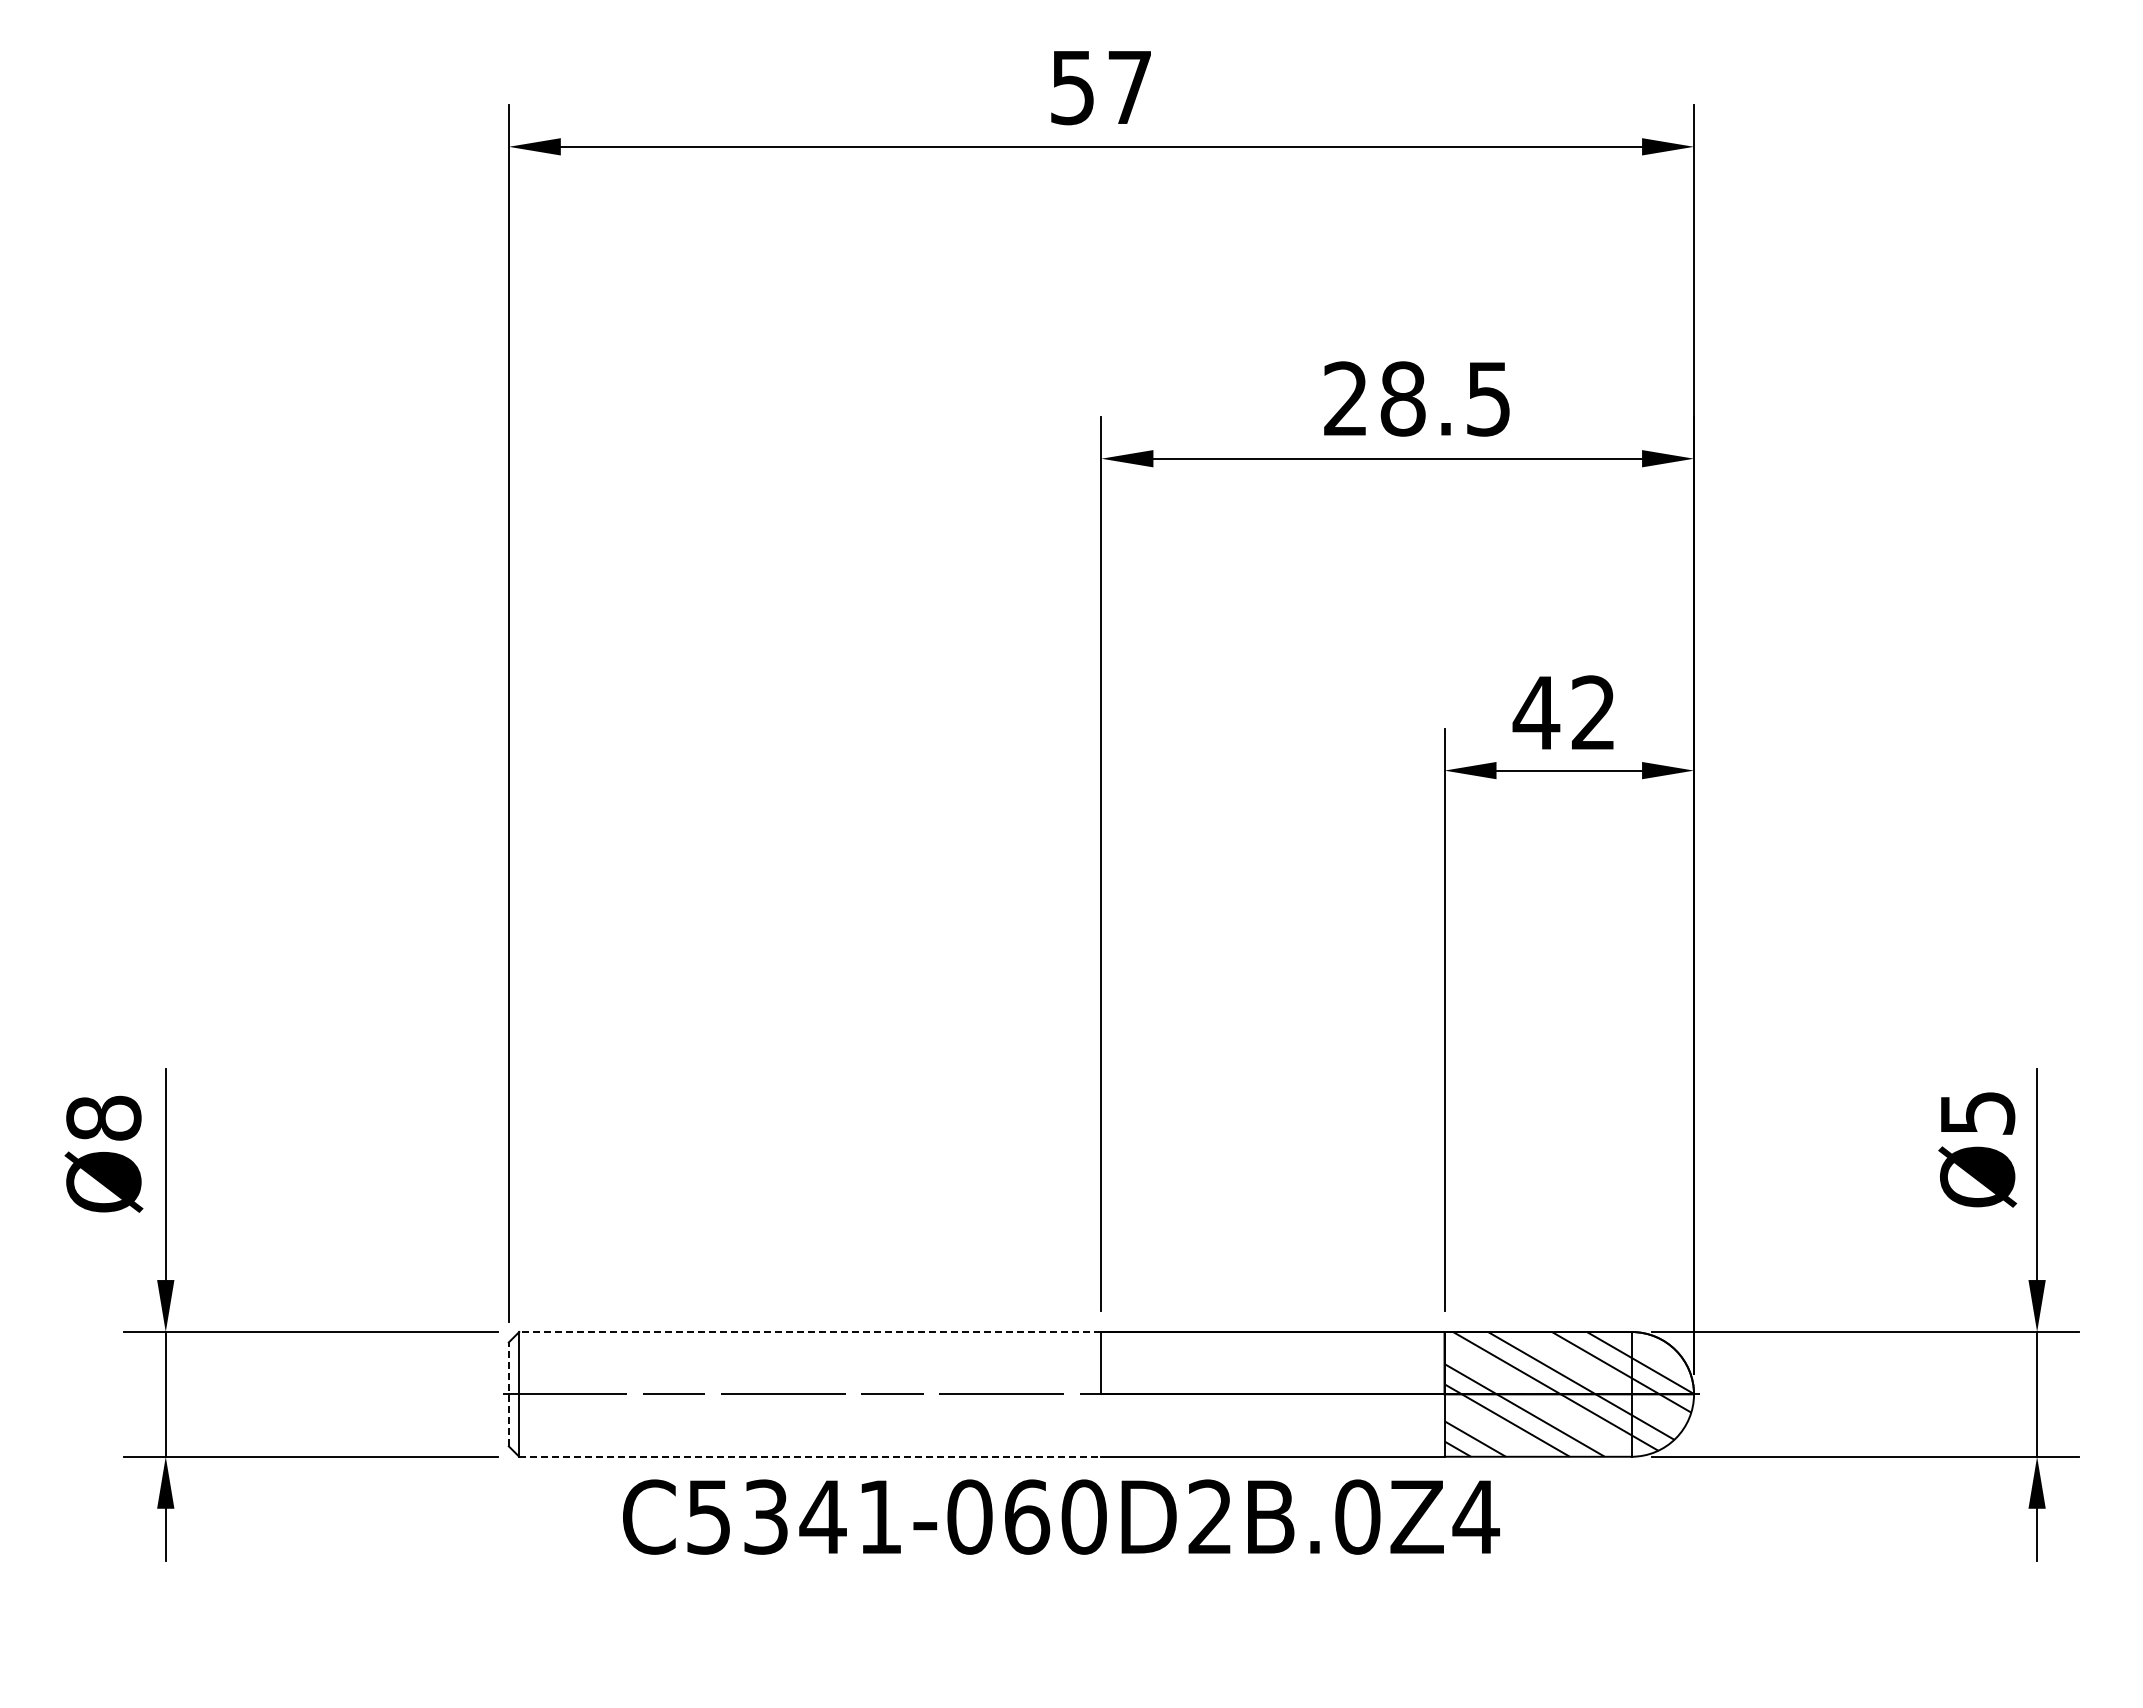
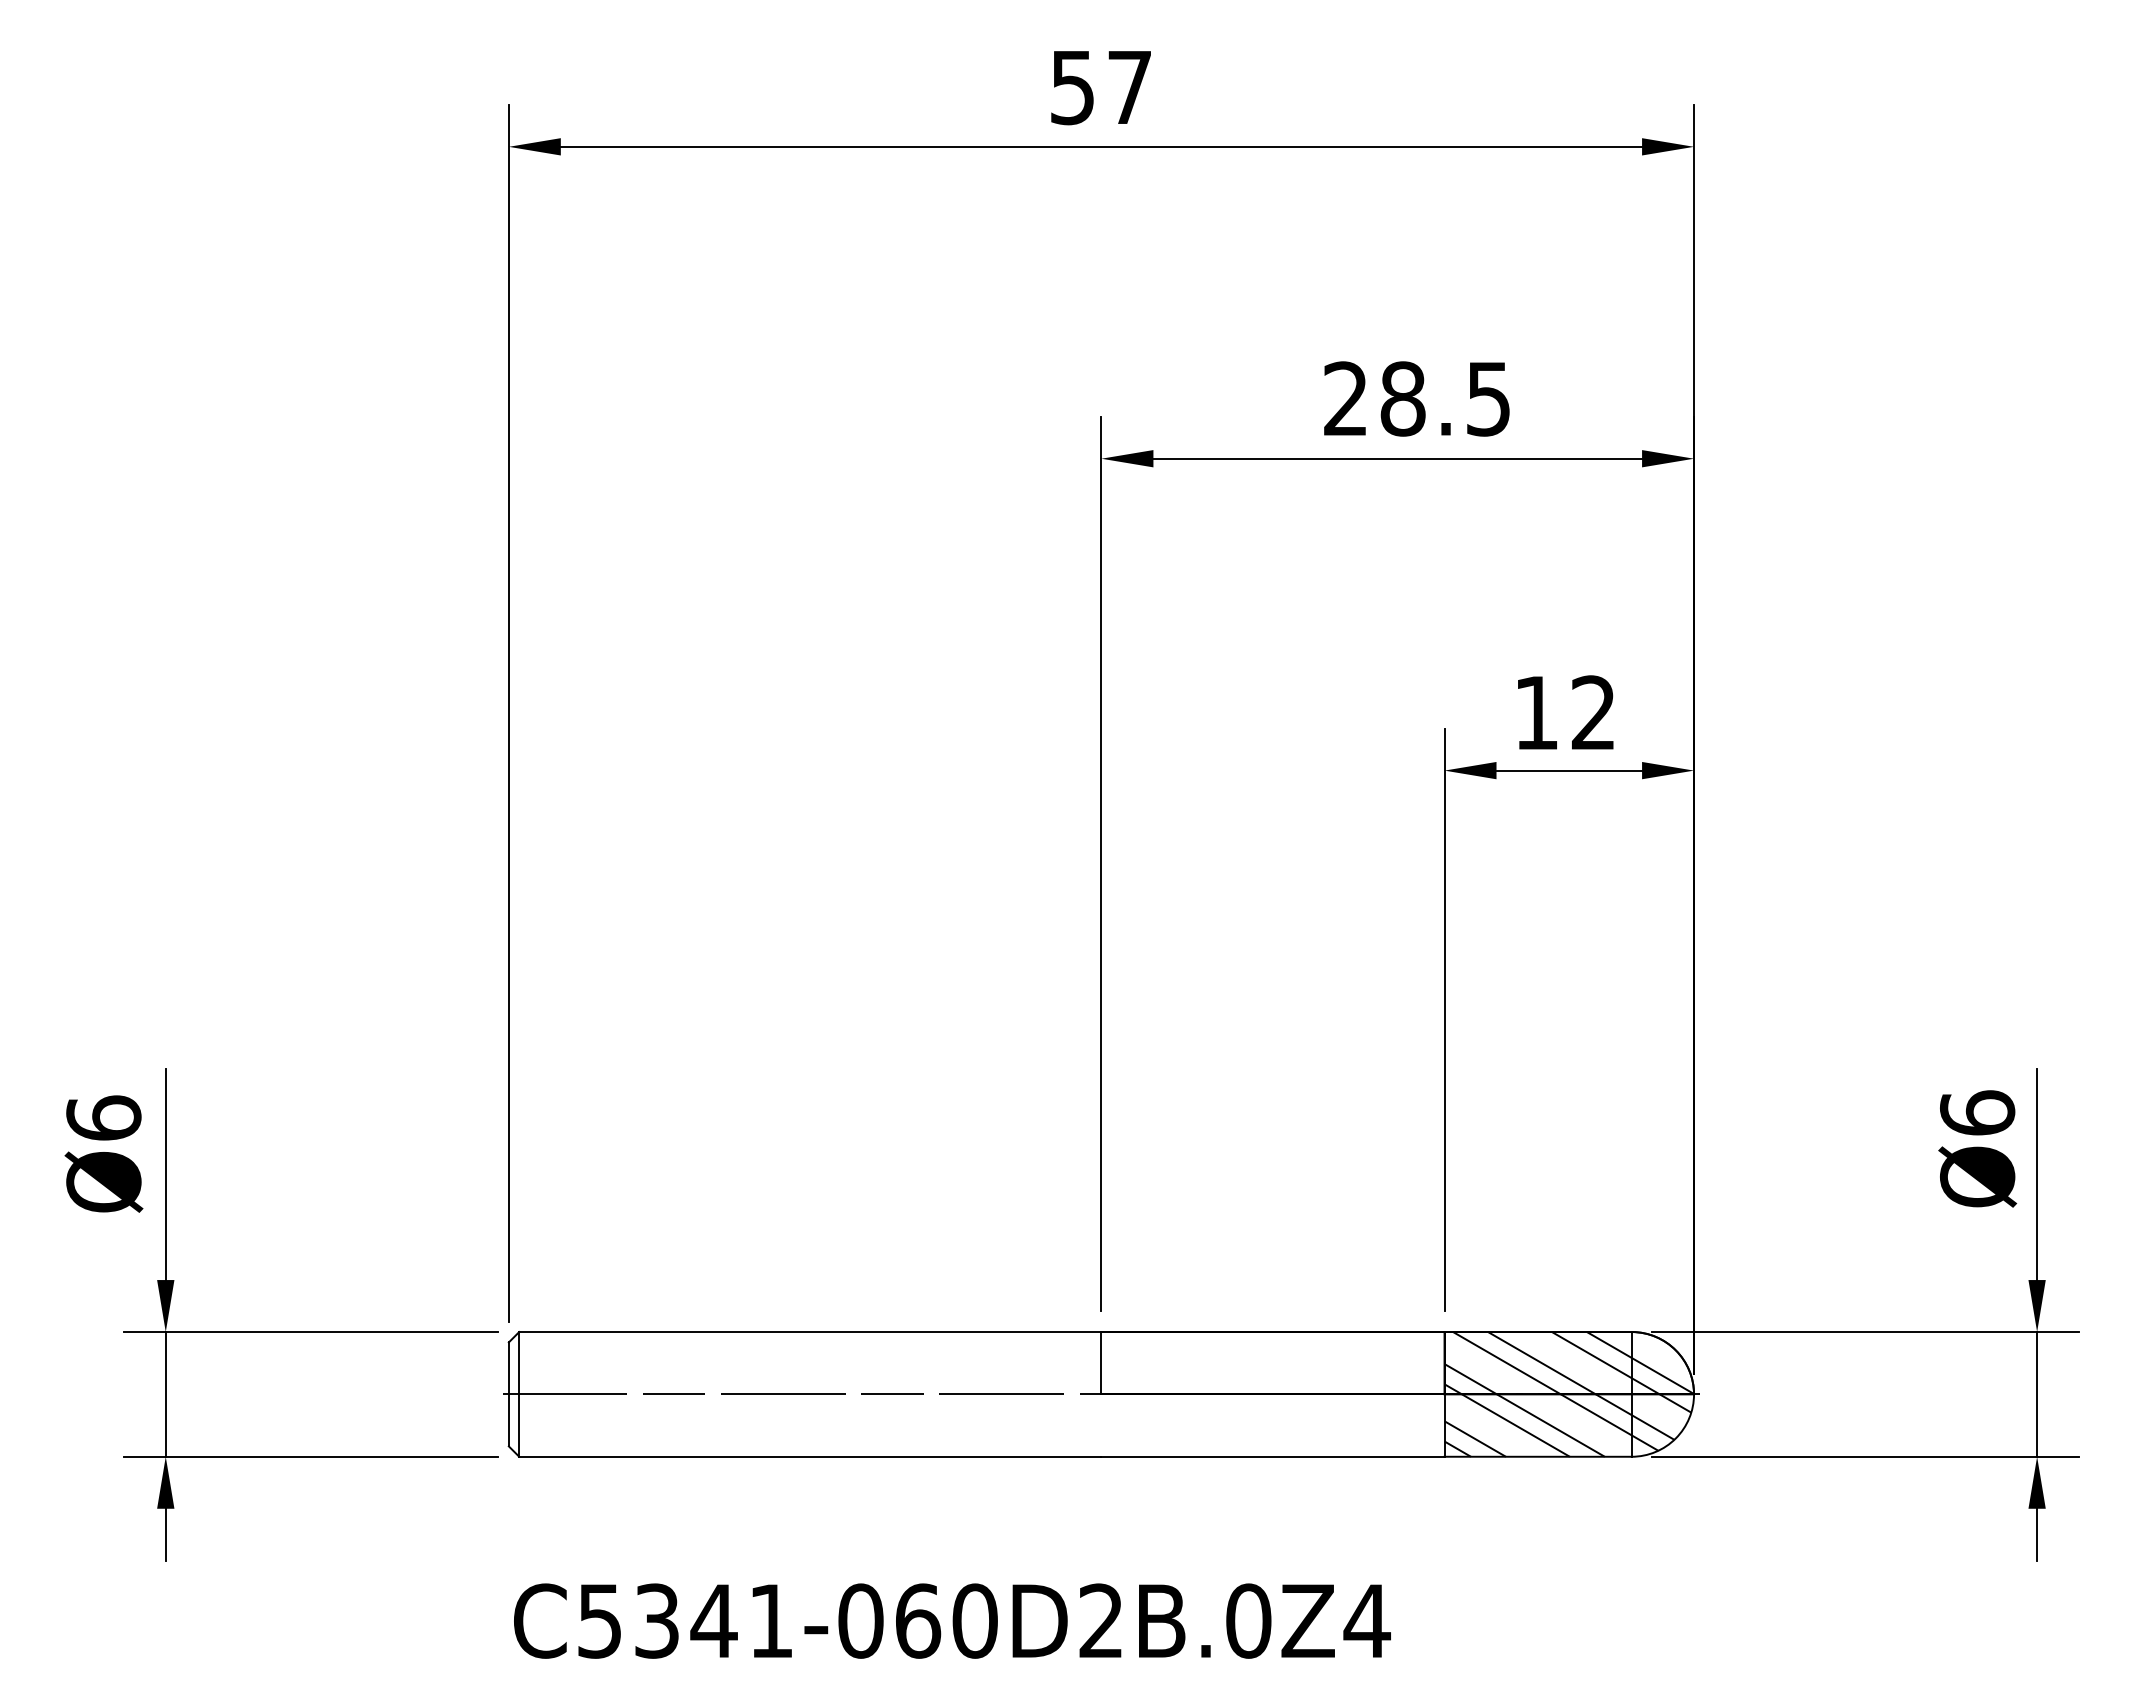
text at (1536, 712): 42 -> 12
text at (1977, 1112): Ø5 -> Ø6
text at (103, 1117): Ø8 -> Ø6
line at (809, 1332): dashed -> solid
line at (508, 1394): dashed -> solid
line at (810, 1456): dashed -> solid
text at (1061, 1516) position: (1061, 1516) -> (952, 1620)
